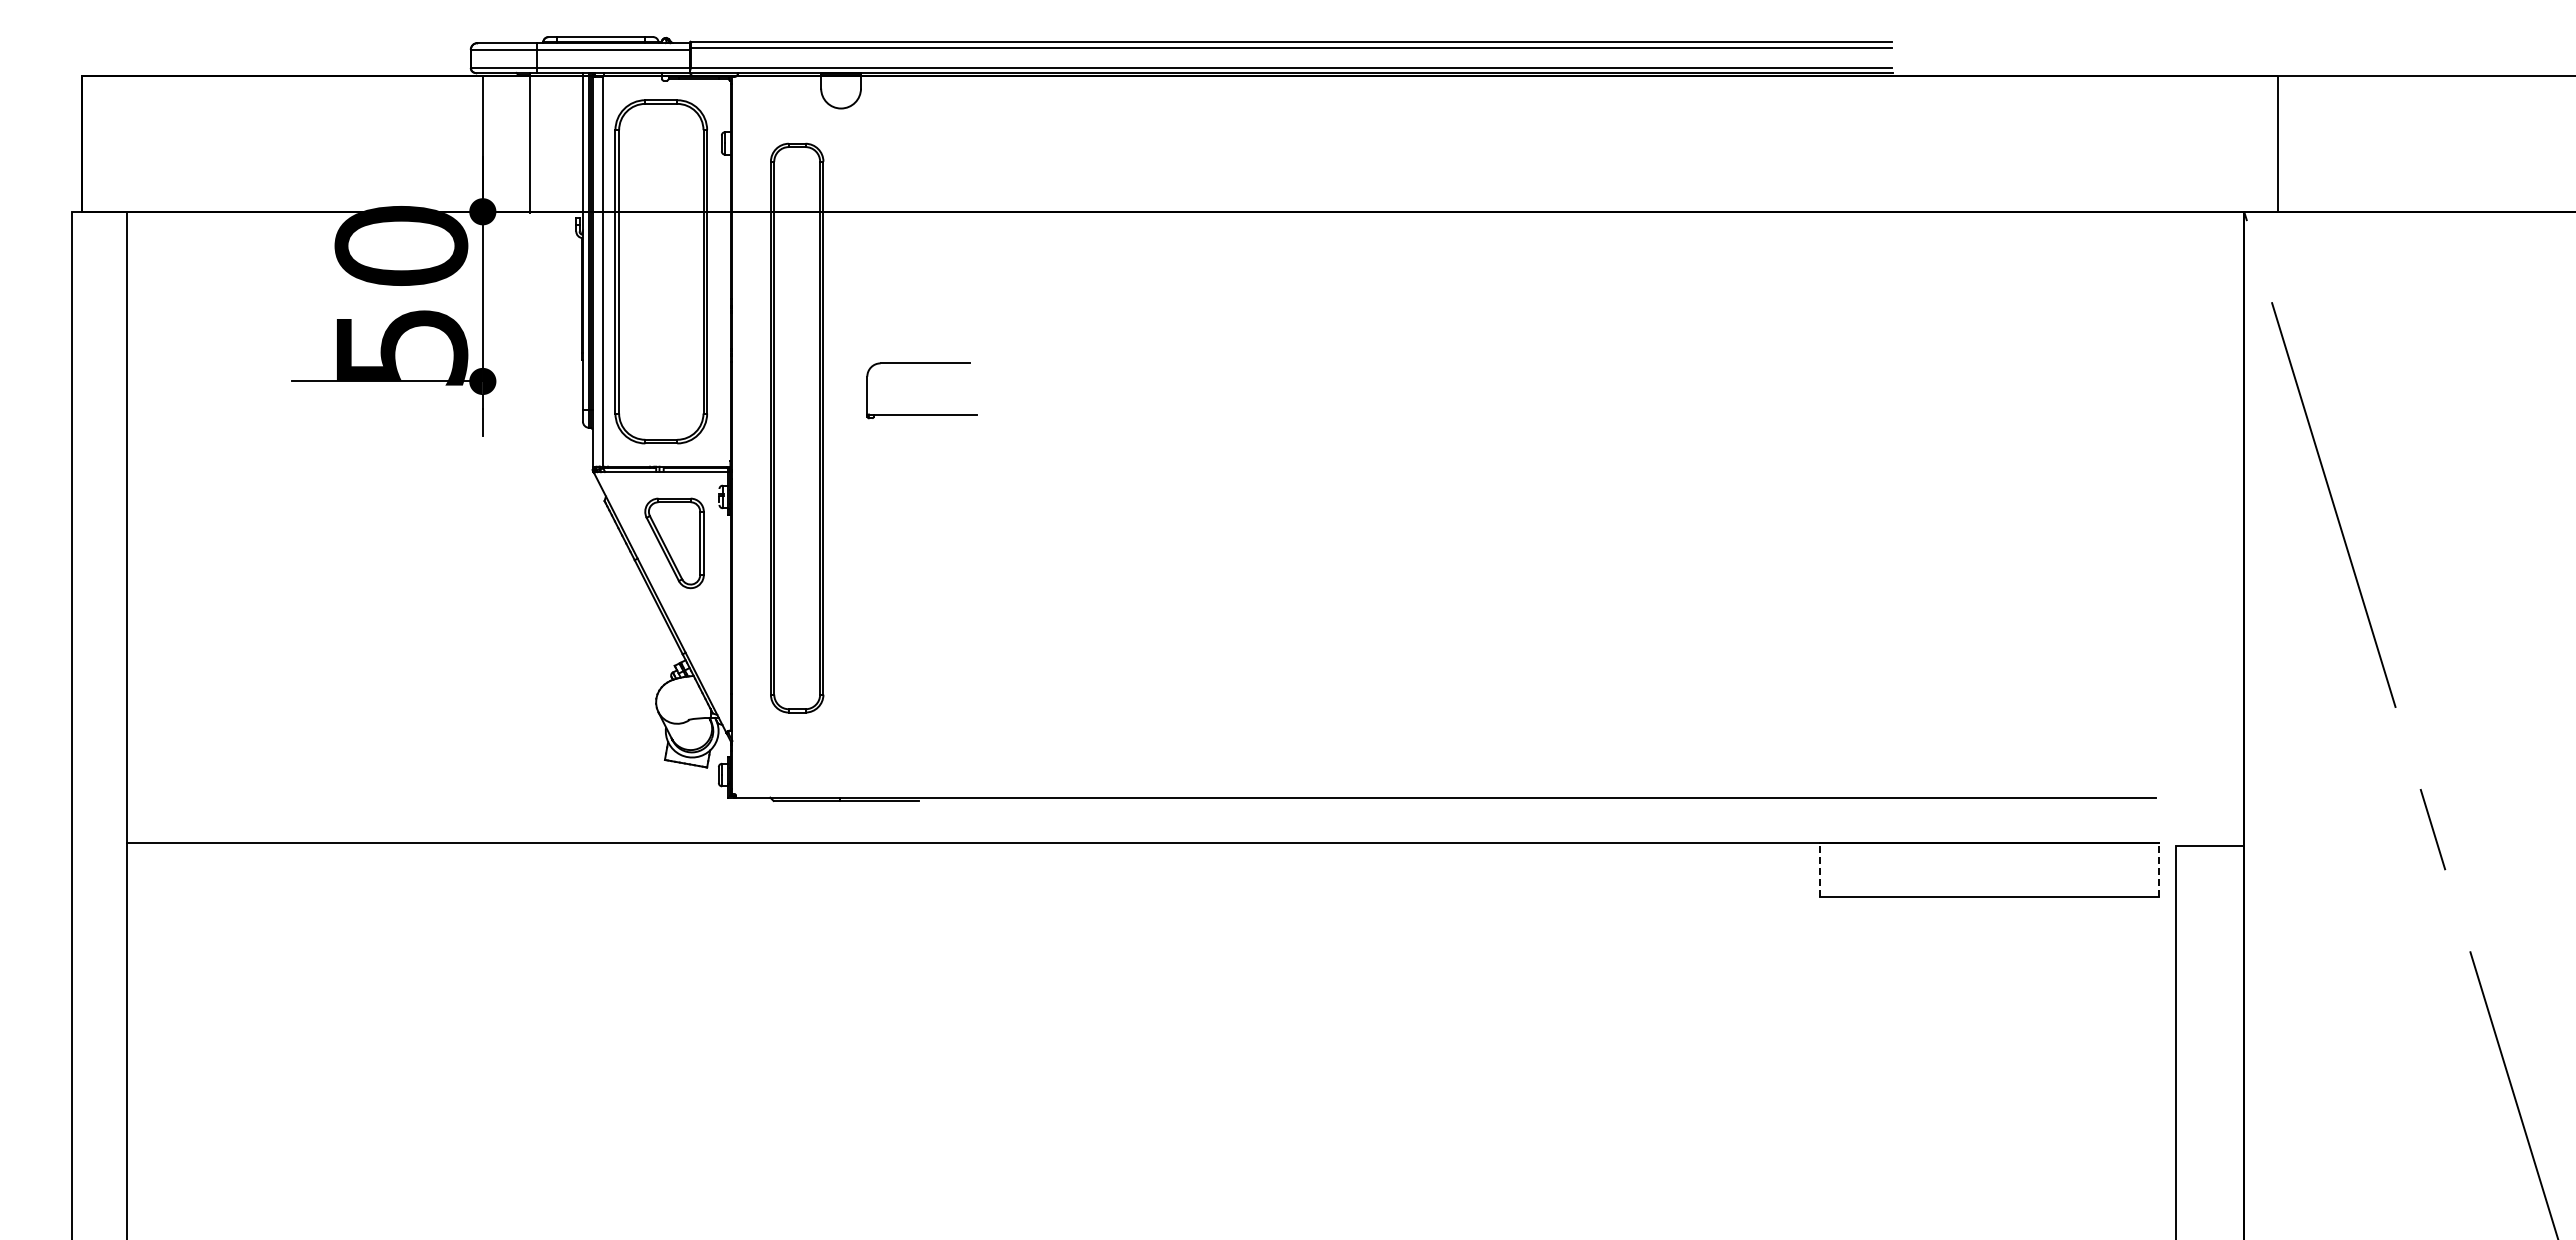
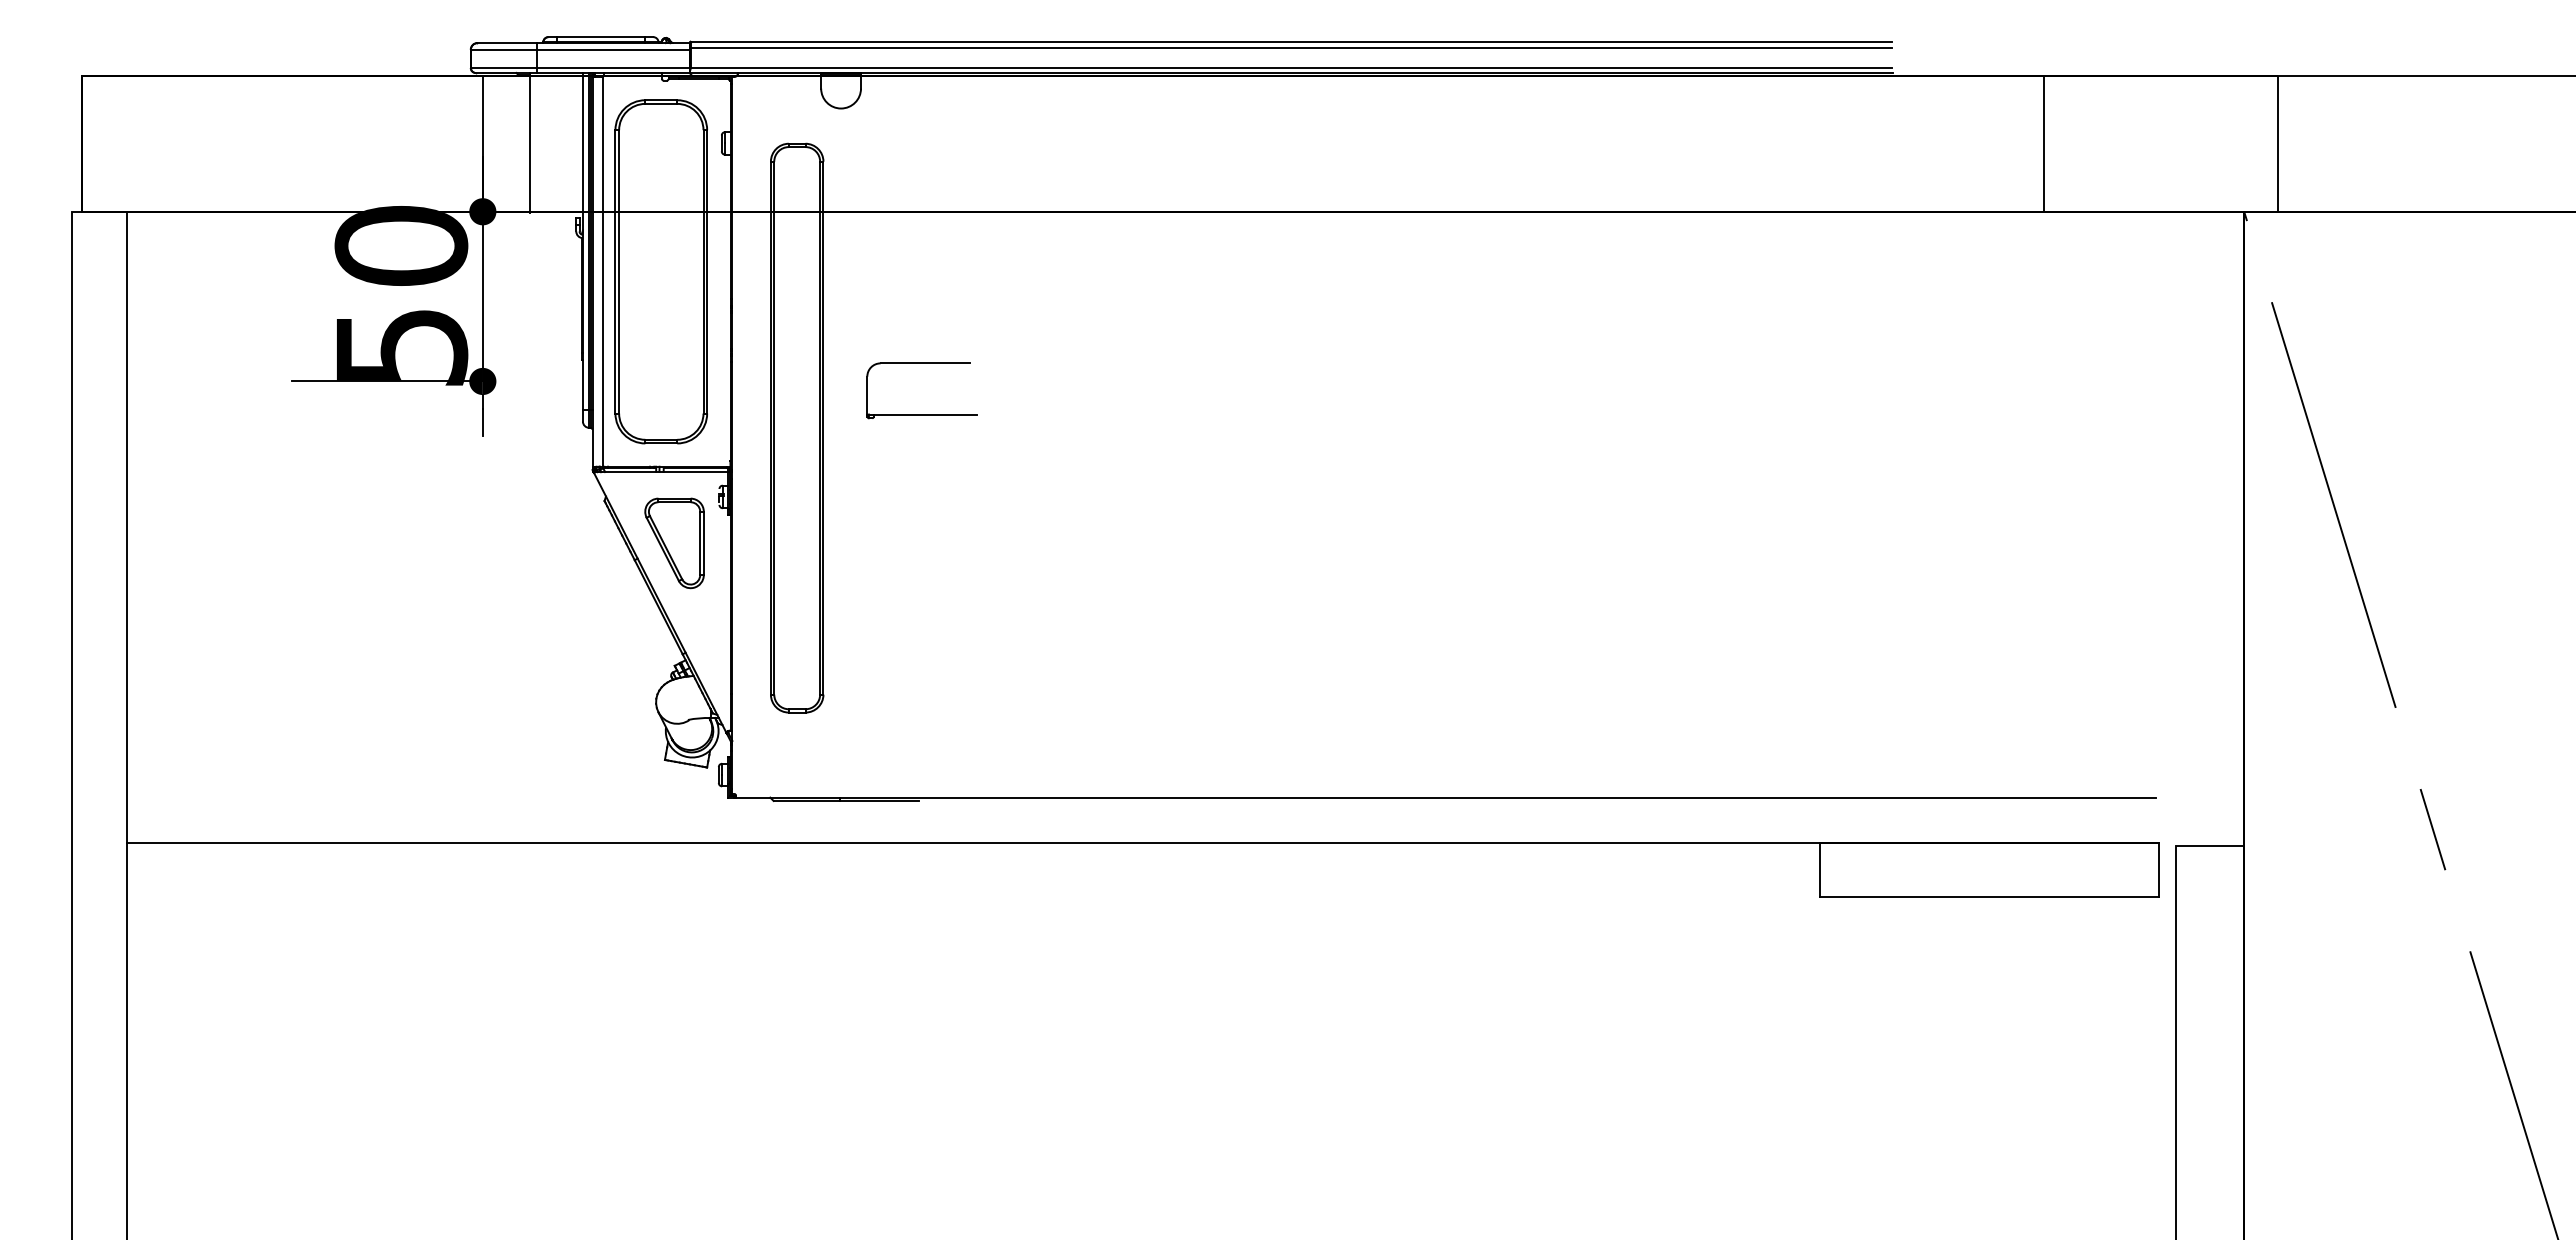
line at (2043, 143): none -> present
line at (1819, 869): dashed -> solid
line at (2159, 869): dashed -> solid
